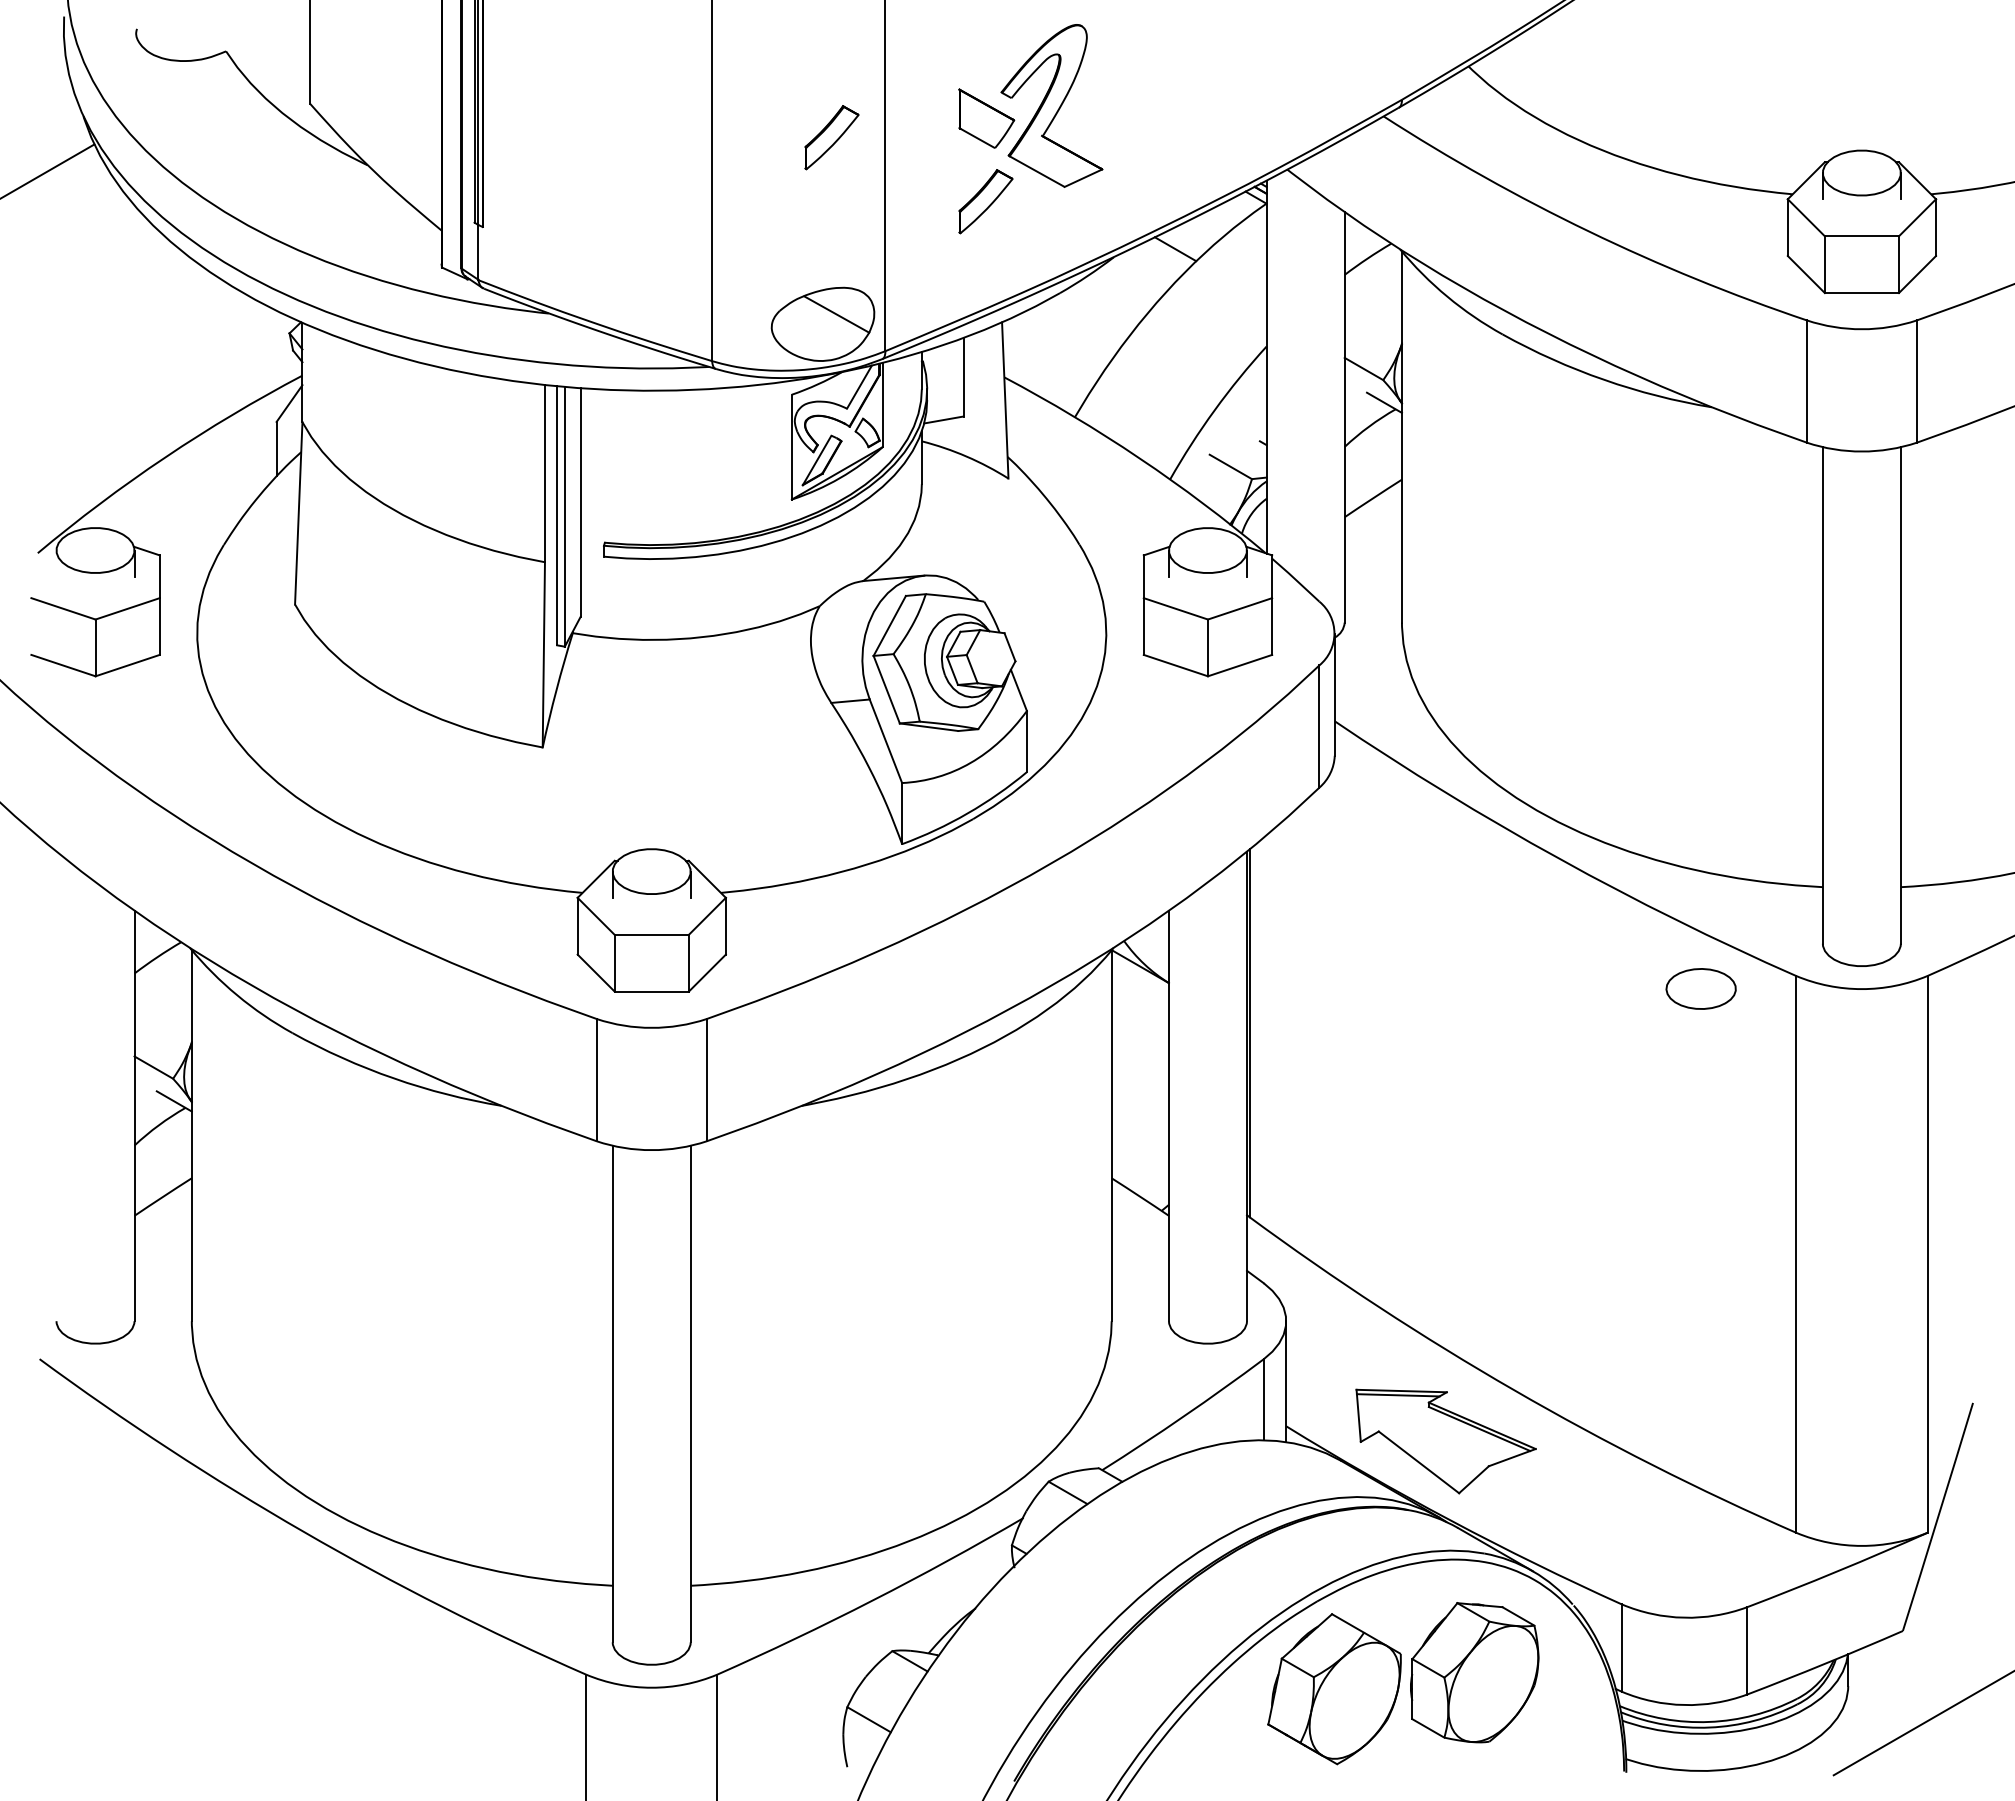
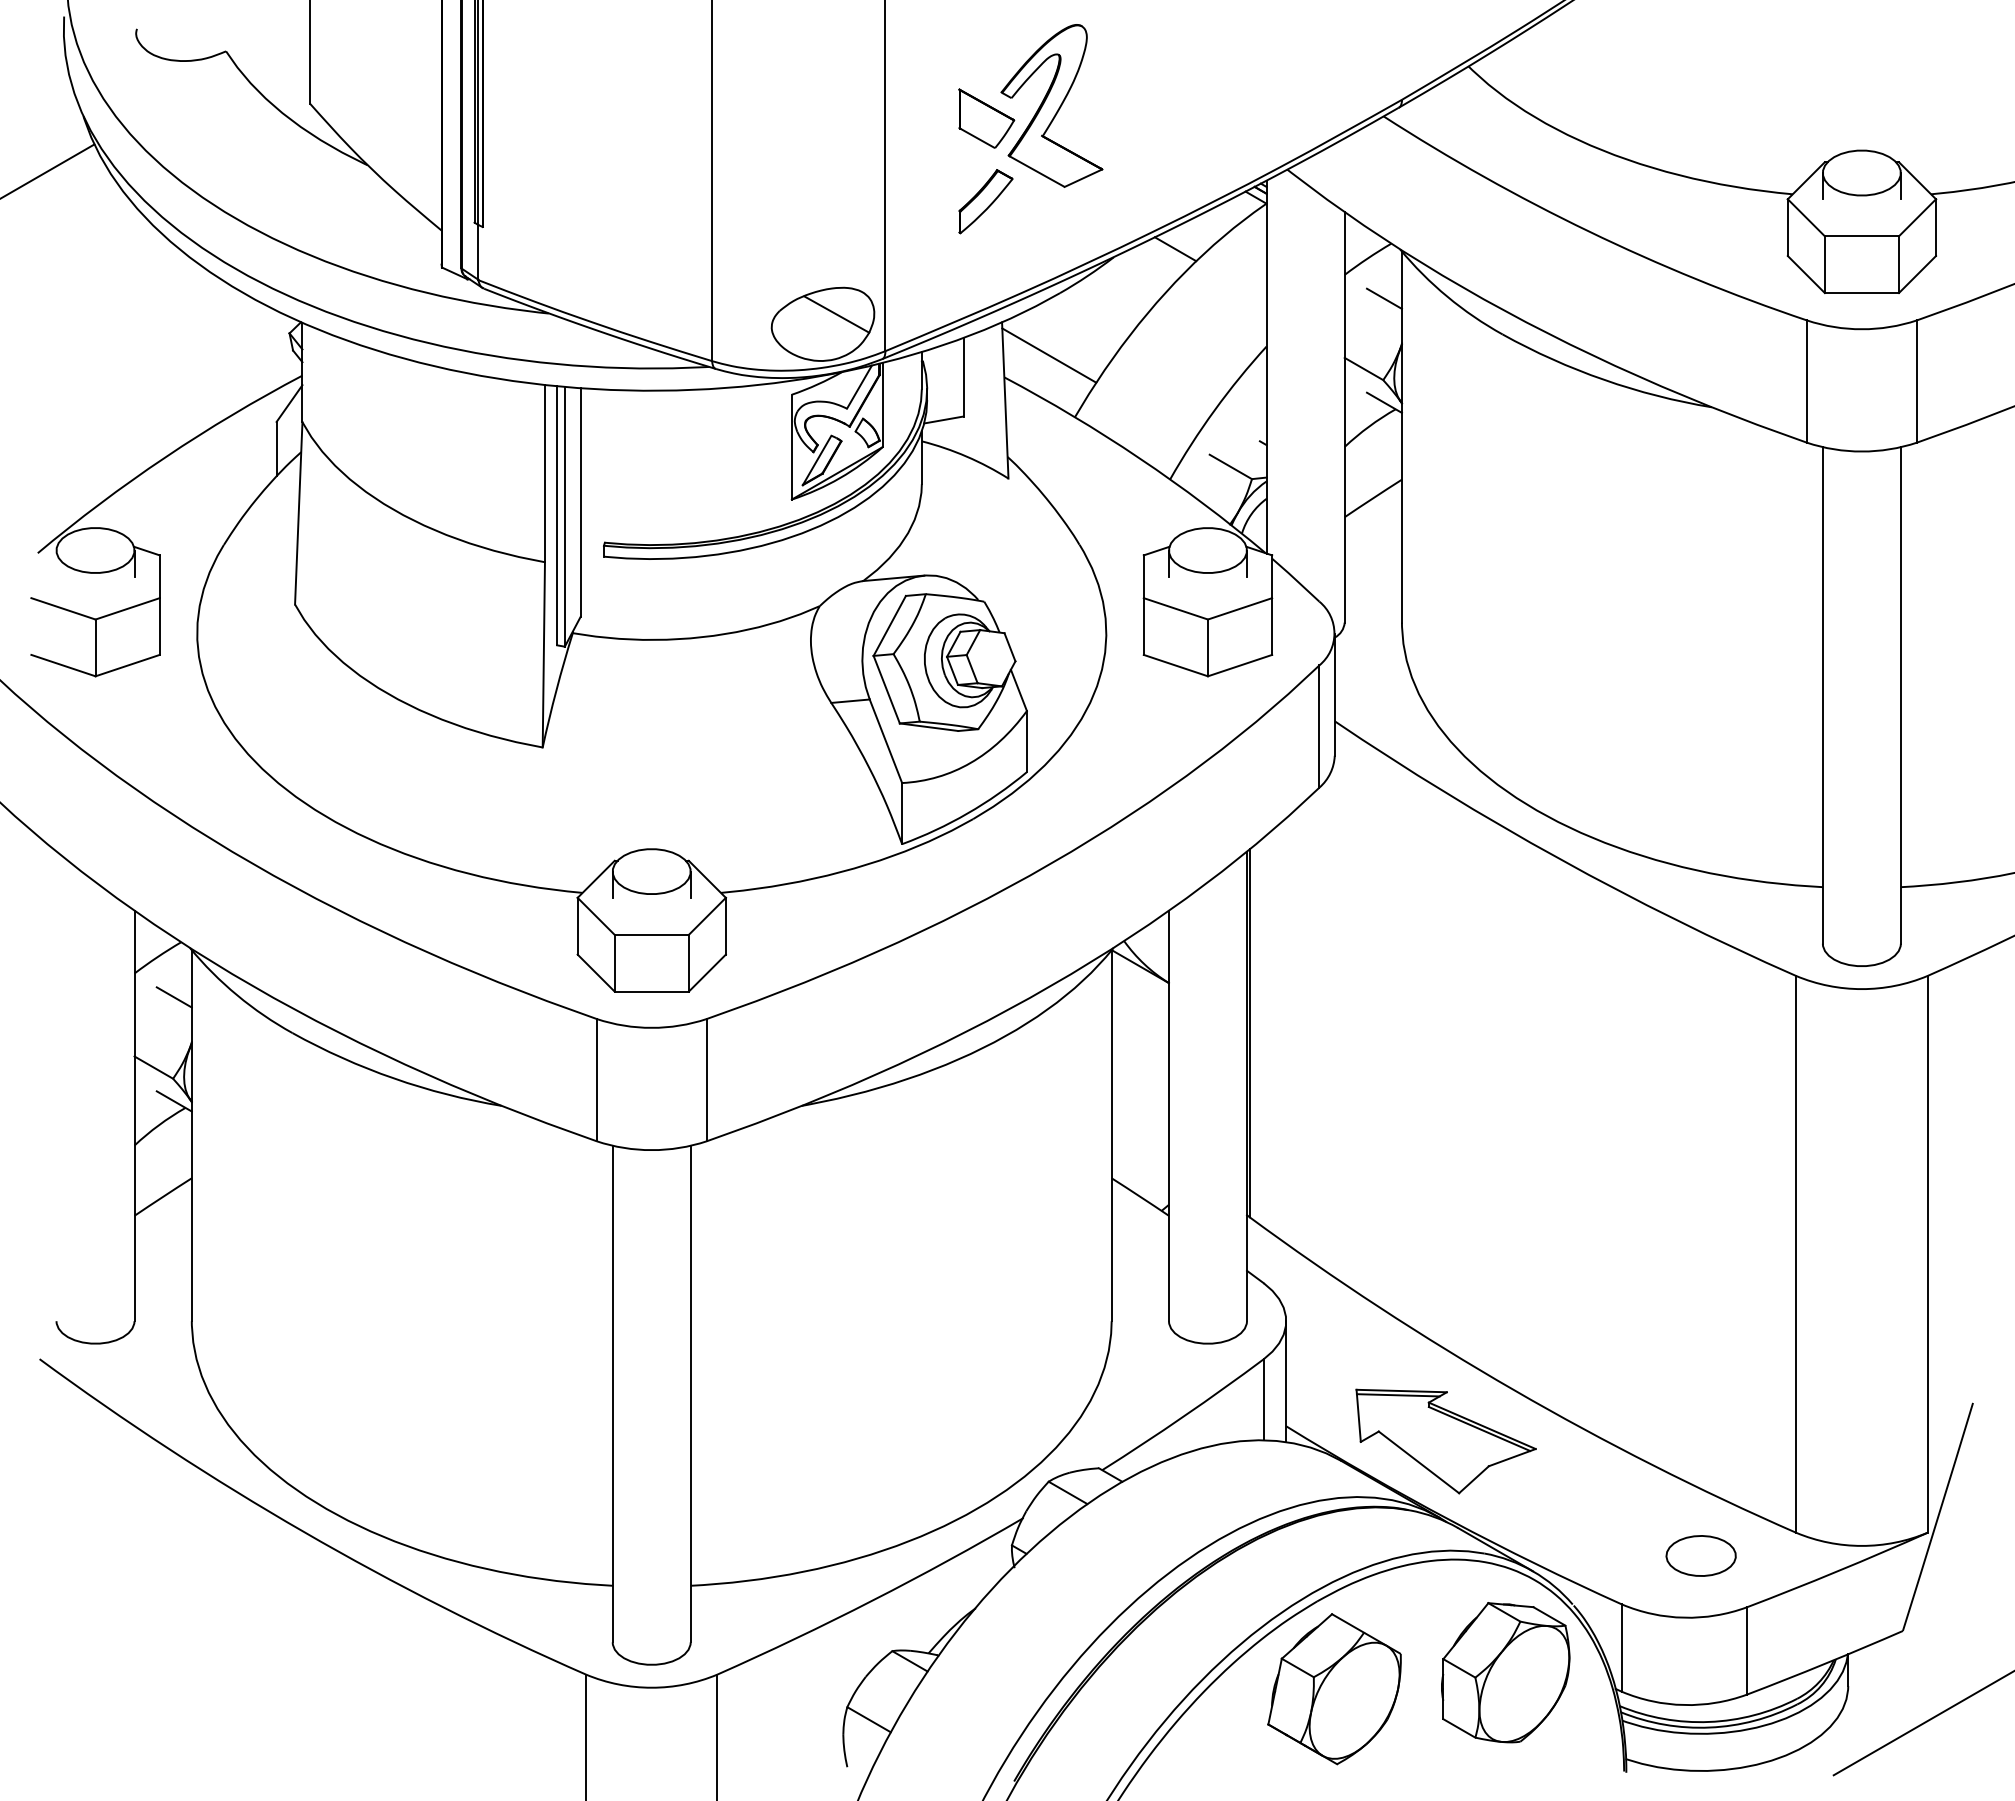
part at (831, 137): present -> none
line at (1383, 298): none -> present
line at (1049, 355): none -> present
part at (1700, 988) position: (1700, 988) -> (1700, 1555)
line at (173, 997): none -> present
part at (1474, 1672) position: (1474, 1672) -> (1505, 1672)
